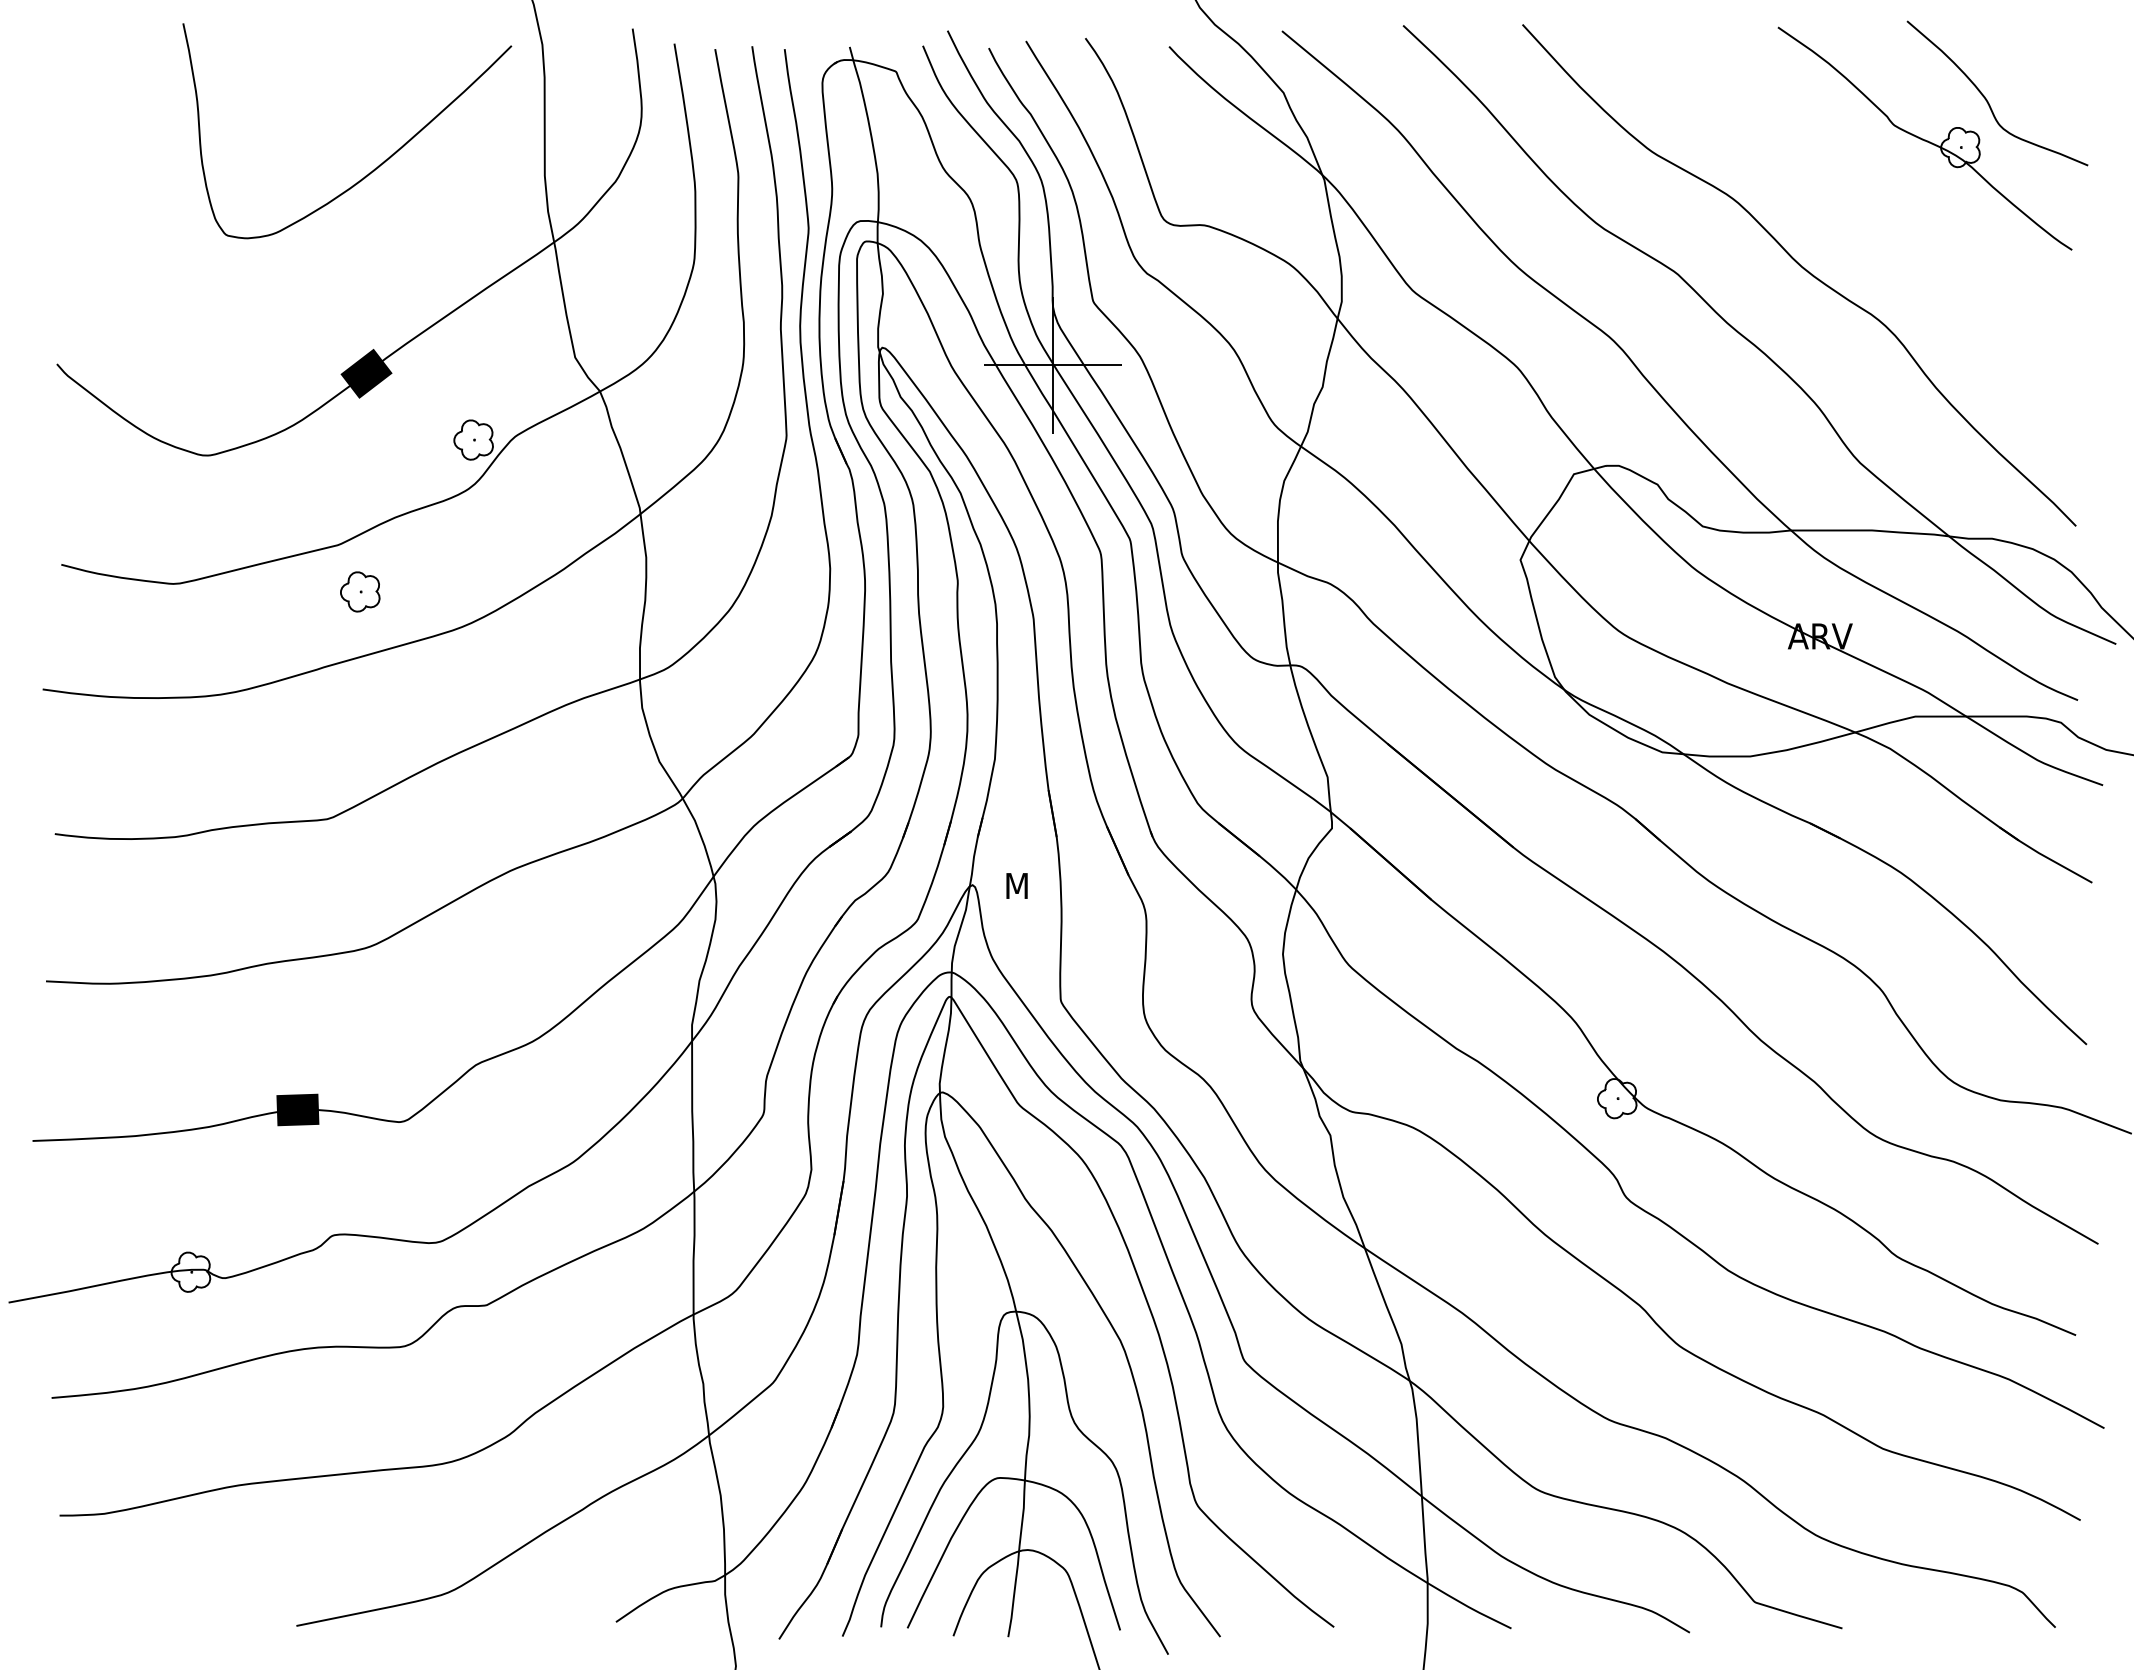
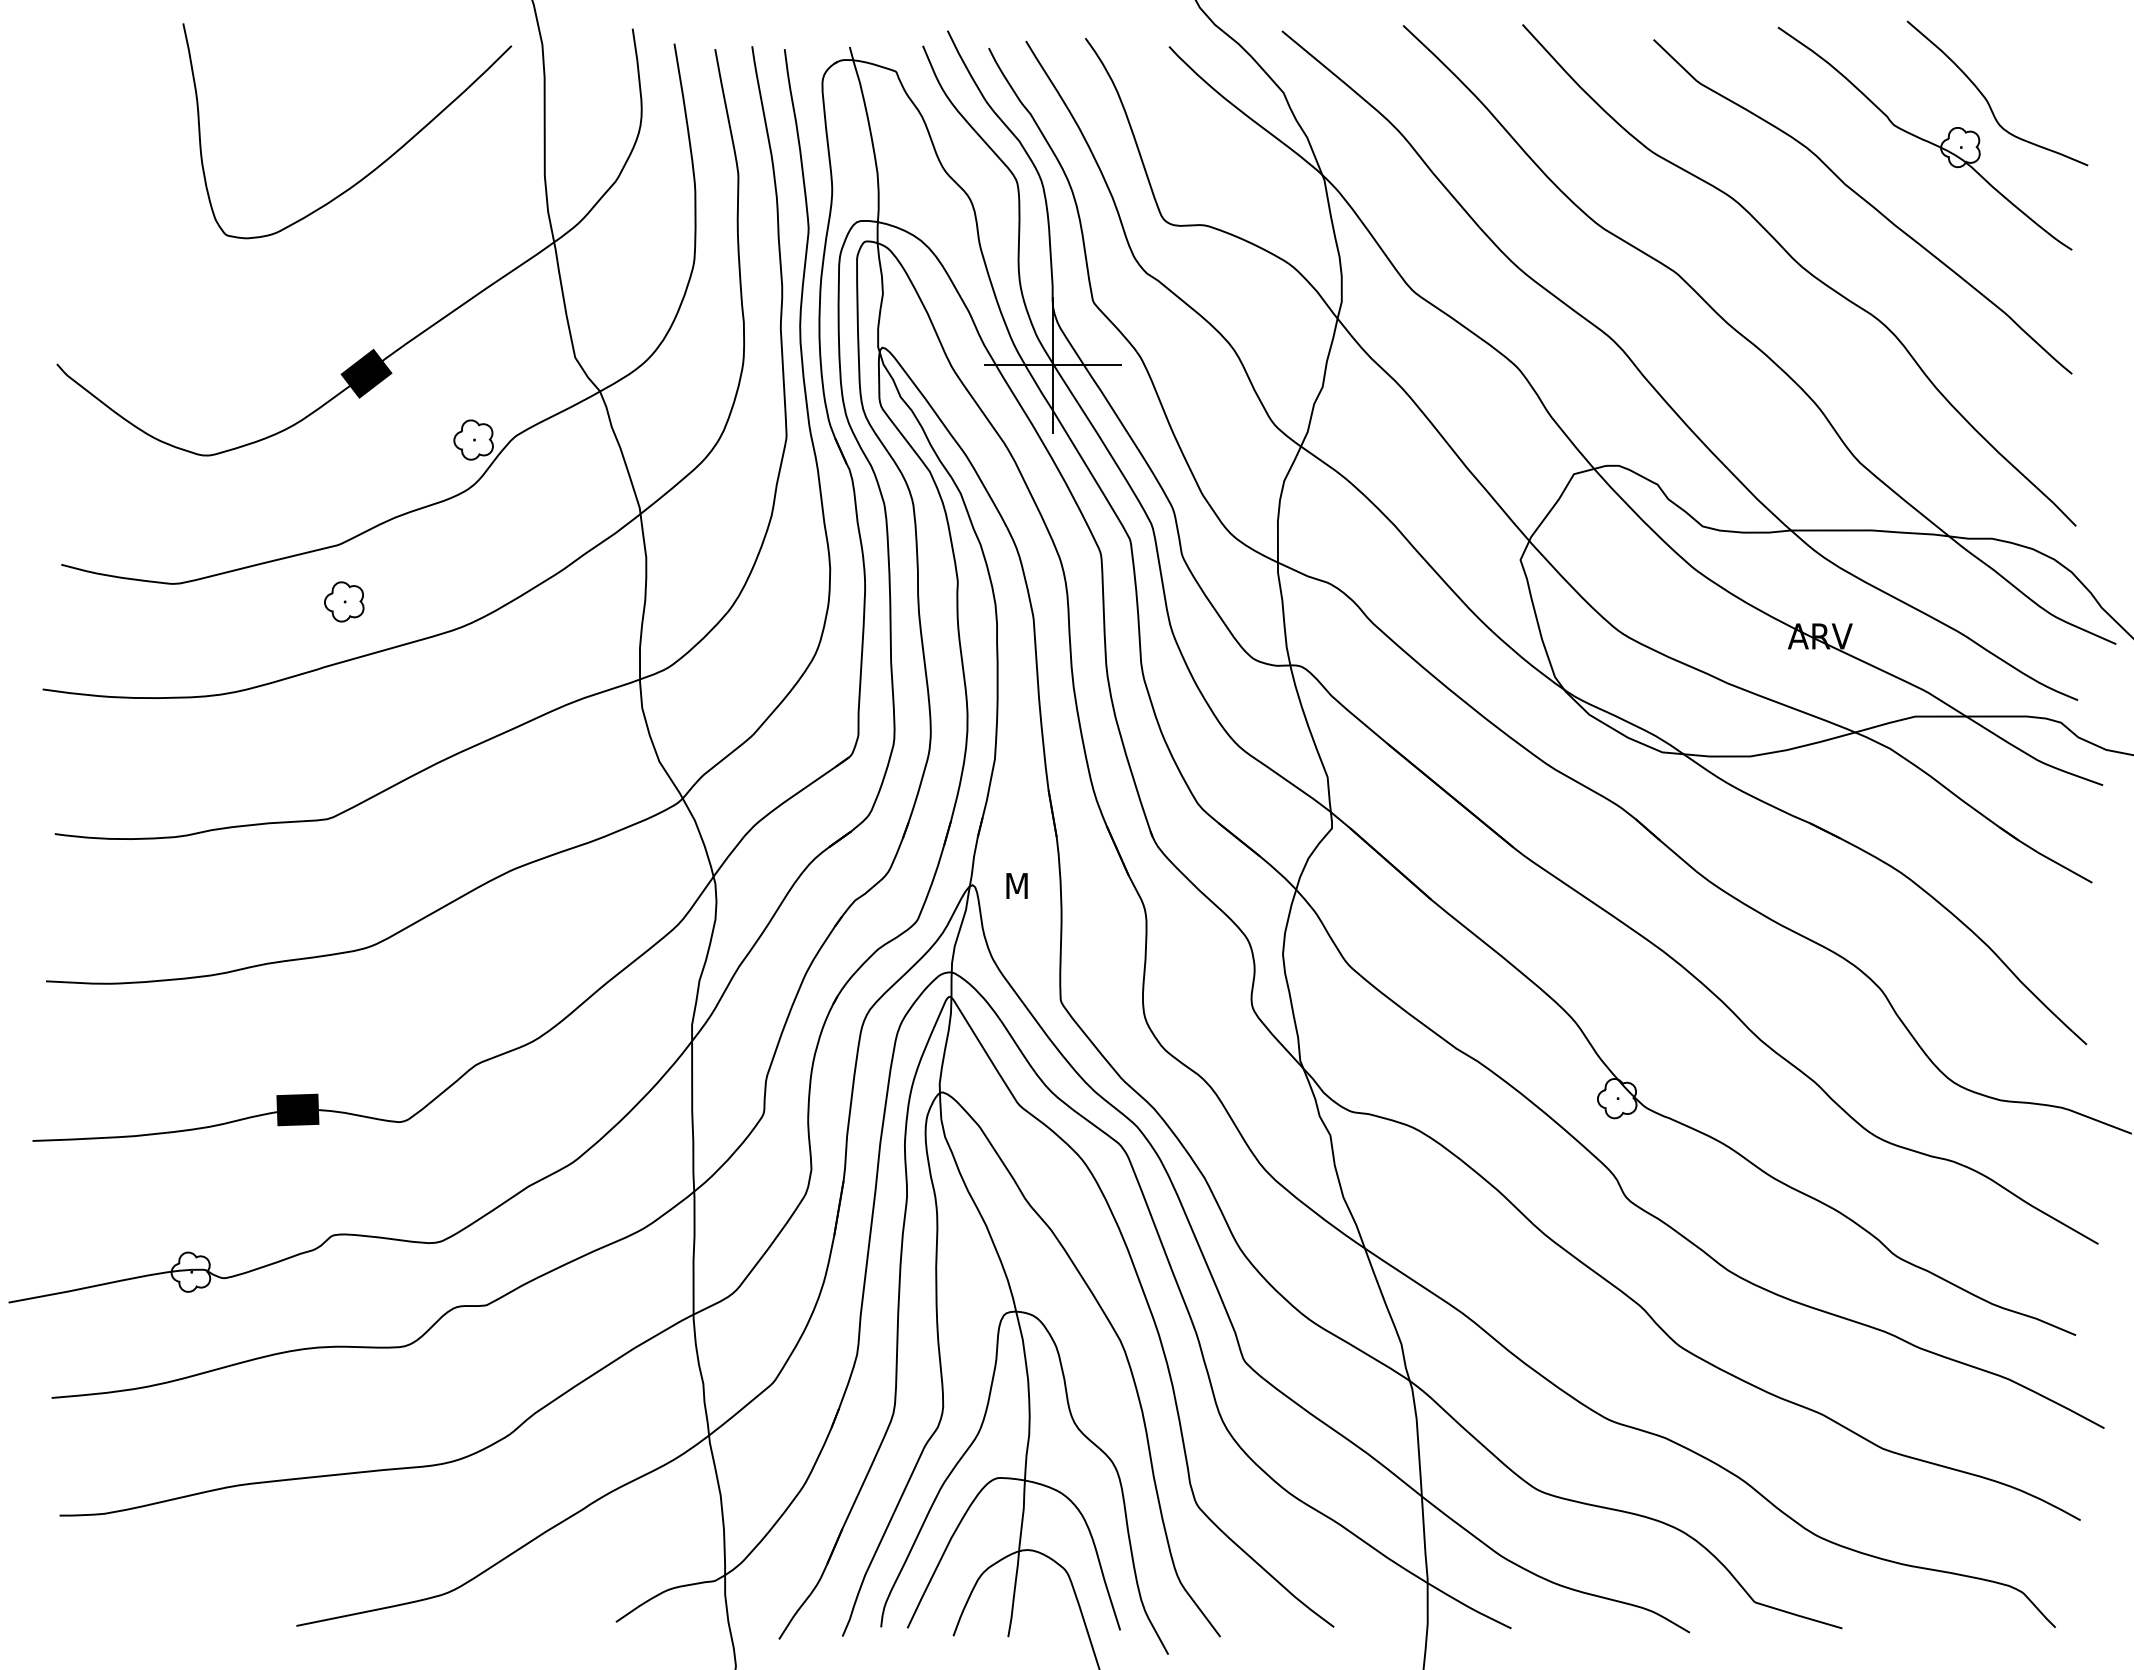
curve at (1864, 201): none -> present
part at (360, 591) position: (360, 591) -> (344, 601)
